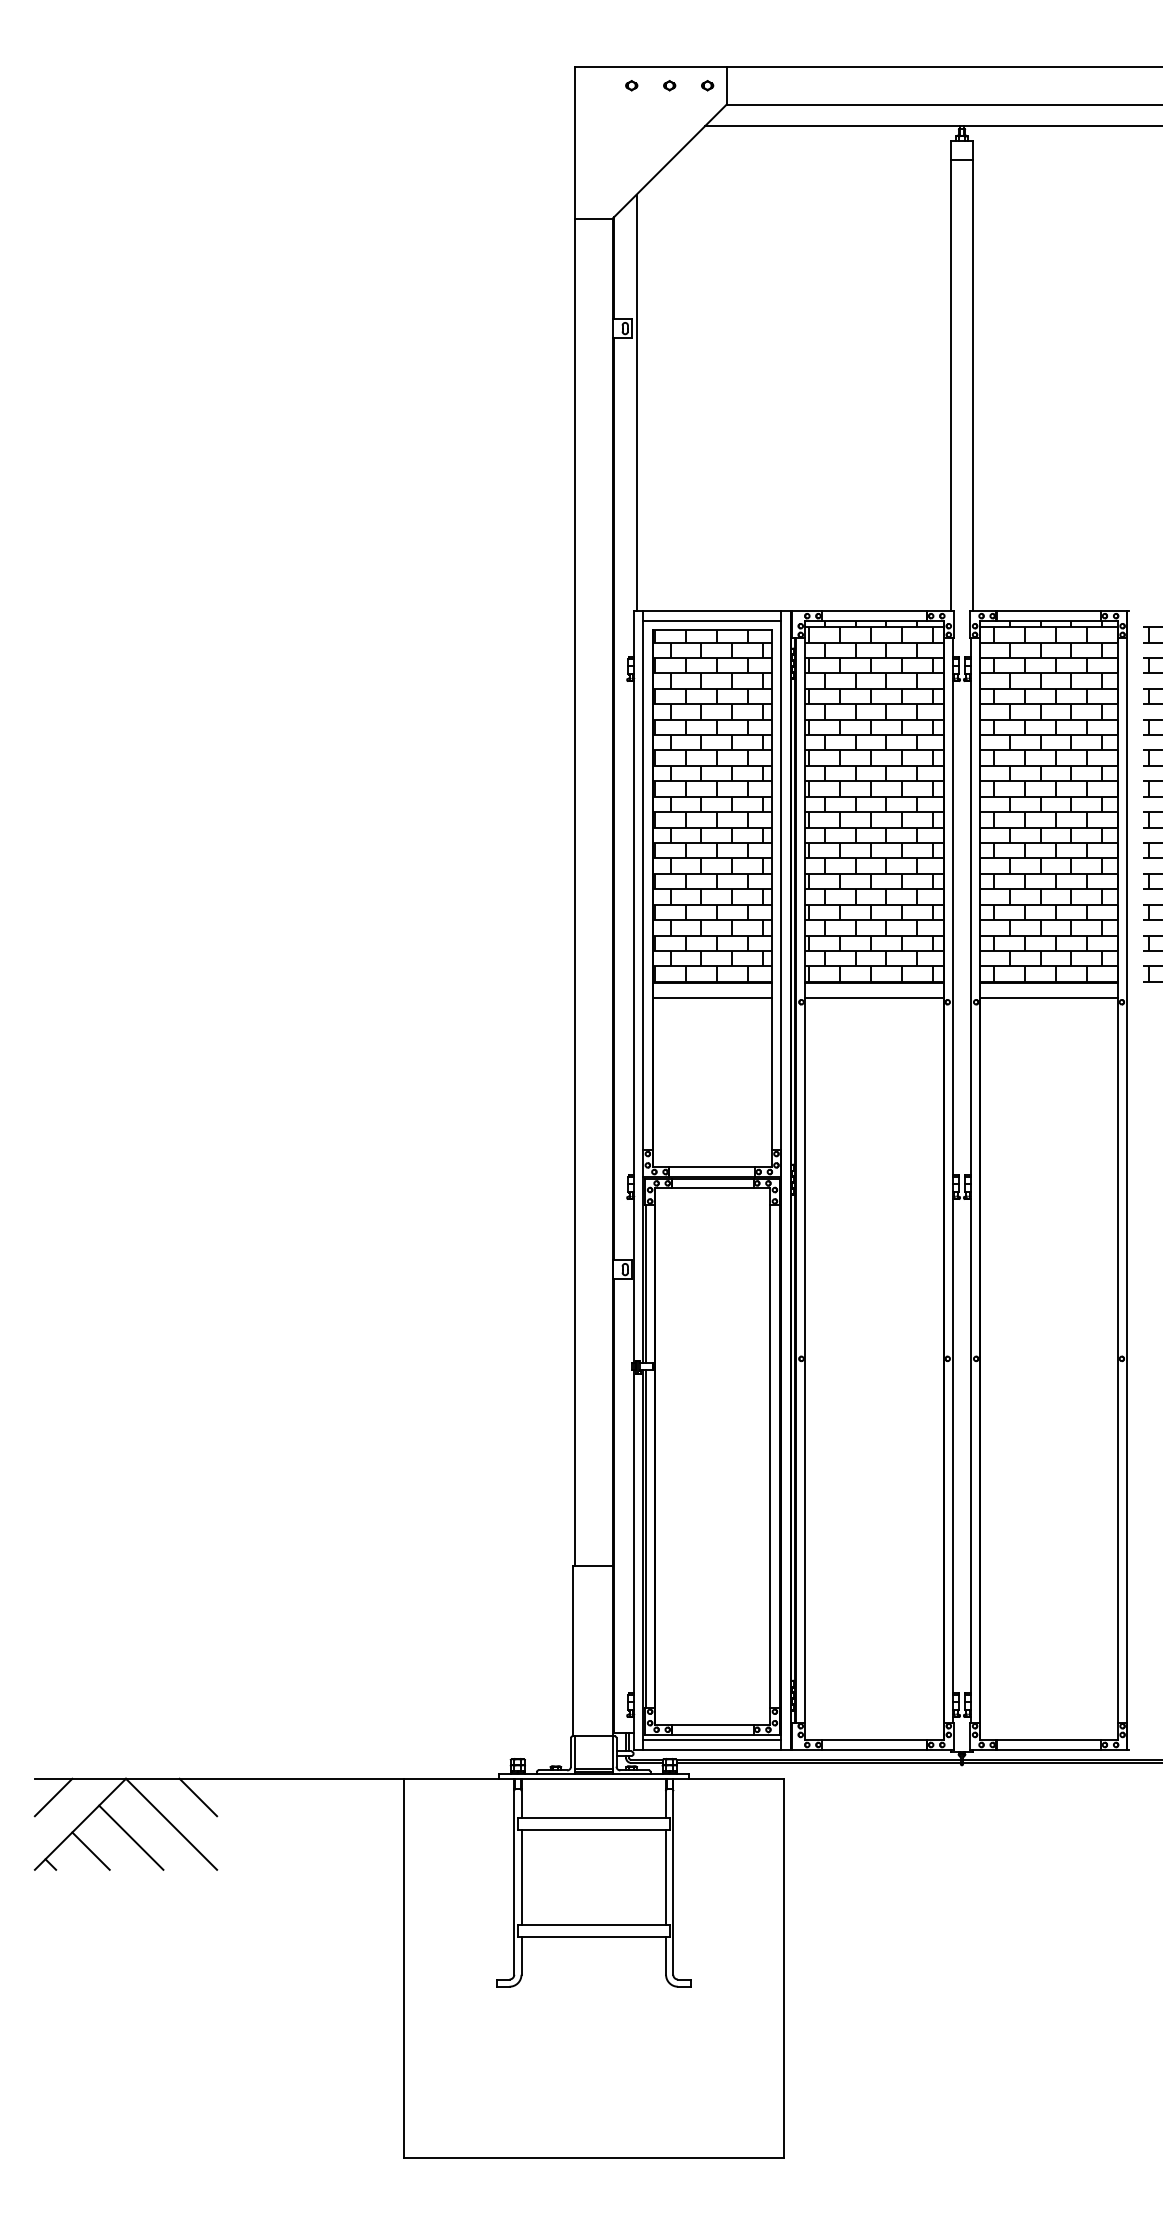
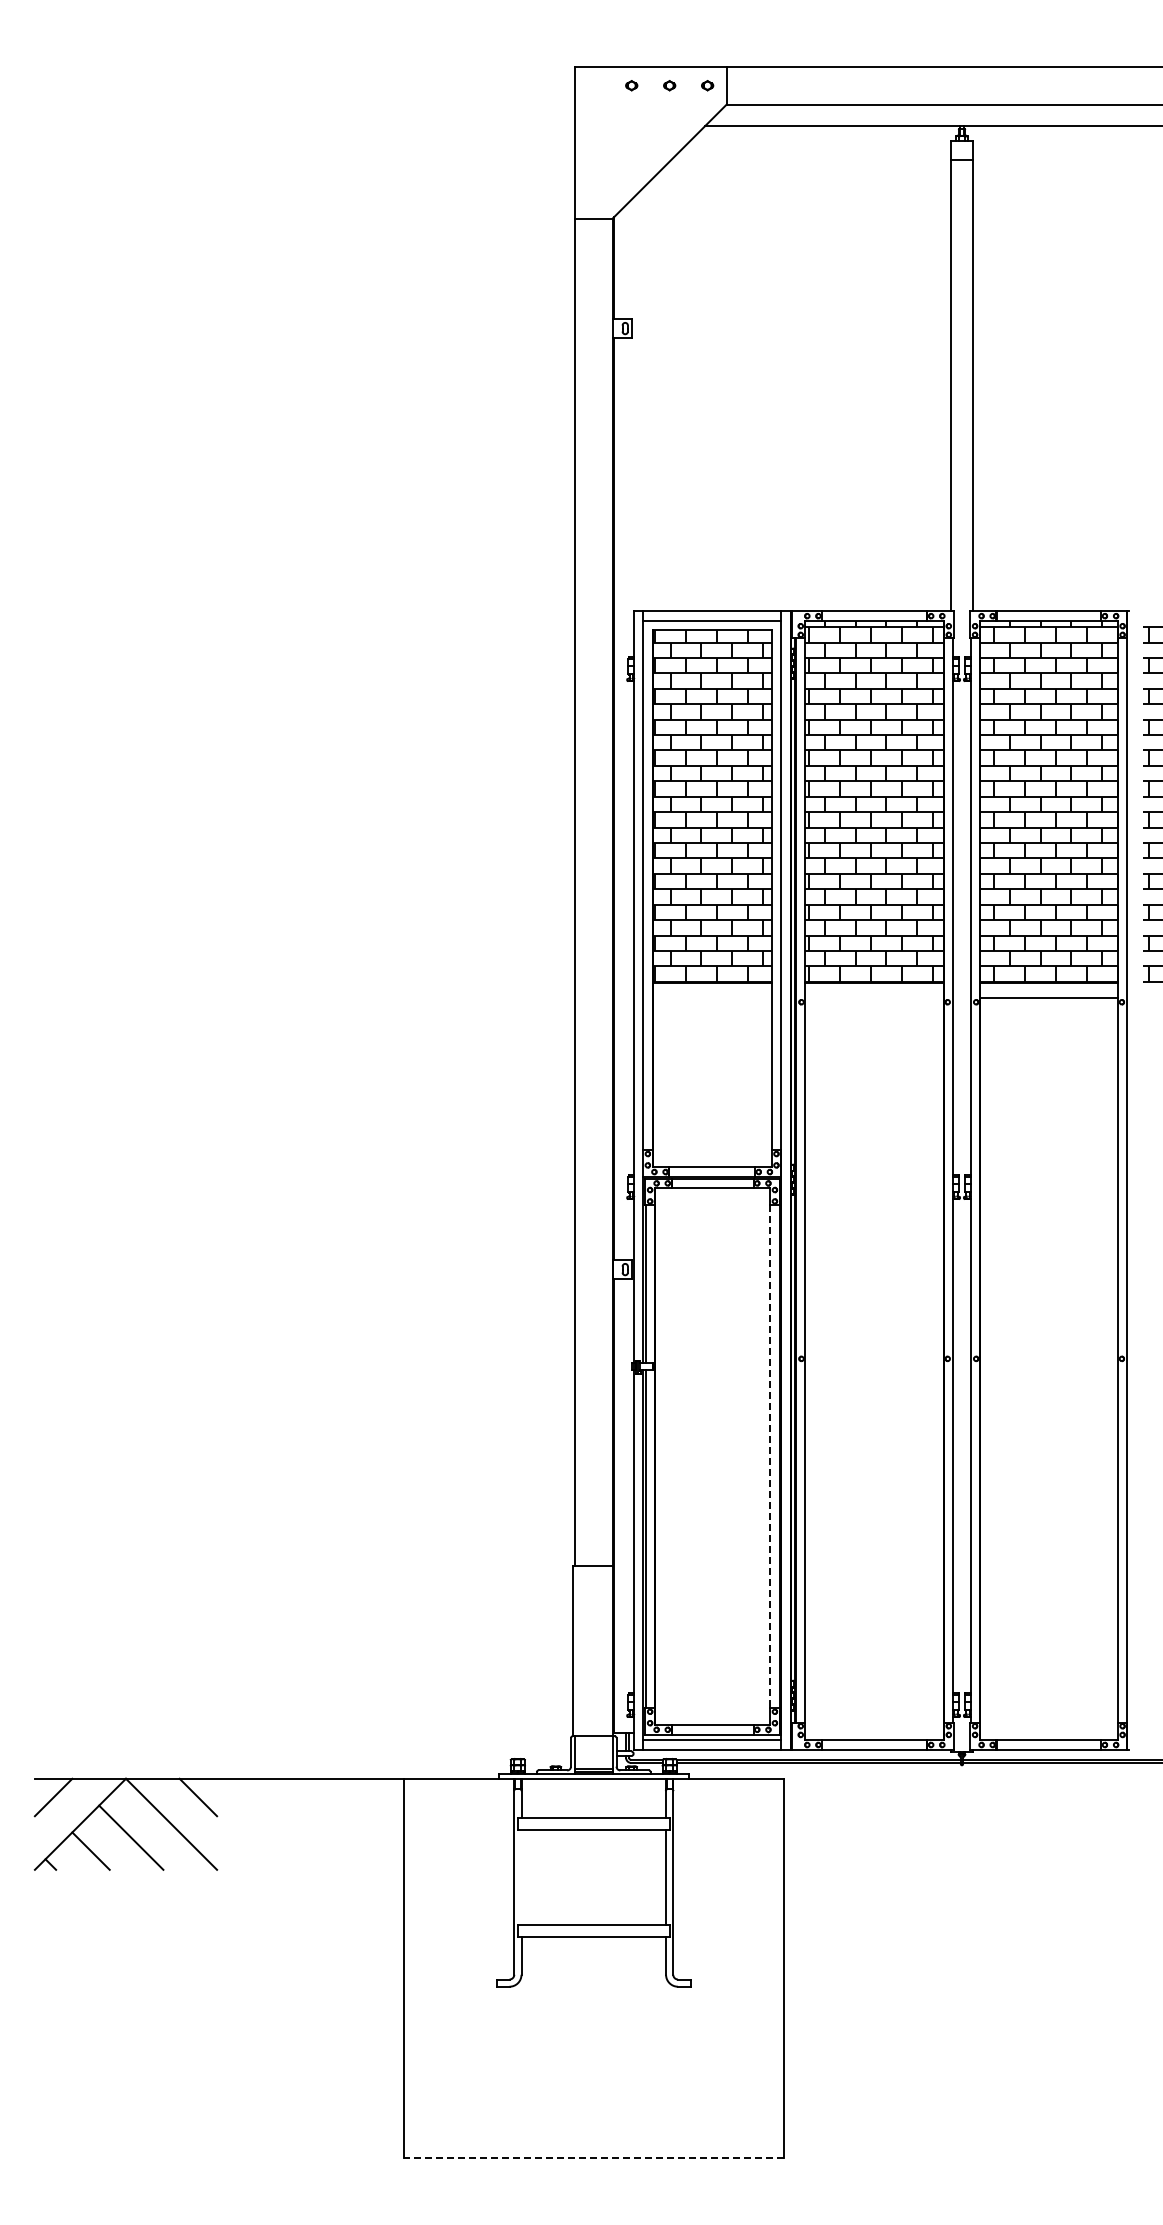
line at (636, 402): present -> none
line at (711, 998): present -> none
line at (874, 998): present -> none
line at (770, 1457): solid -> dashed
line at (521, 1877): present -> none
line at (593, 2158): solid -> dashed
